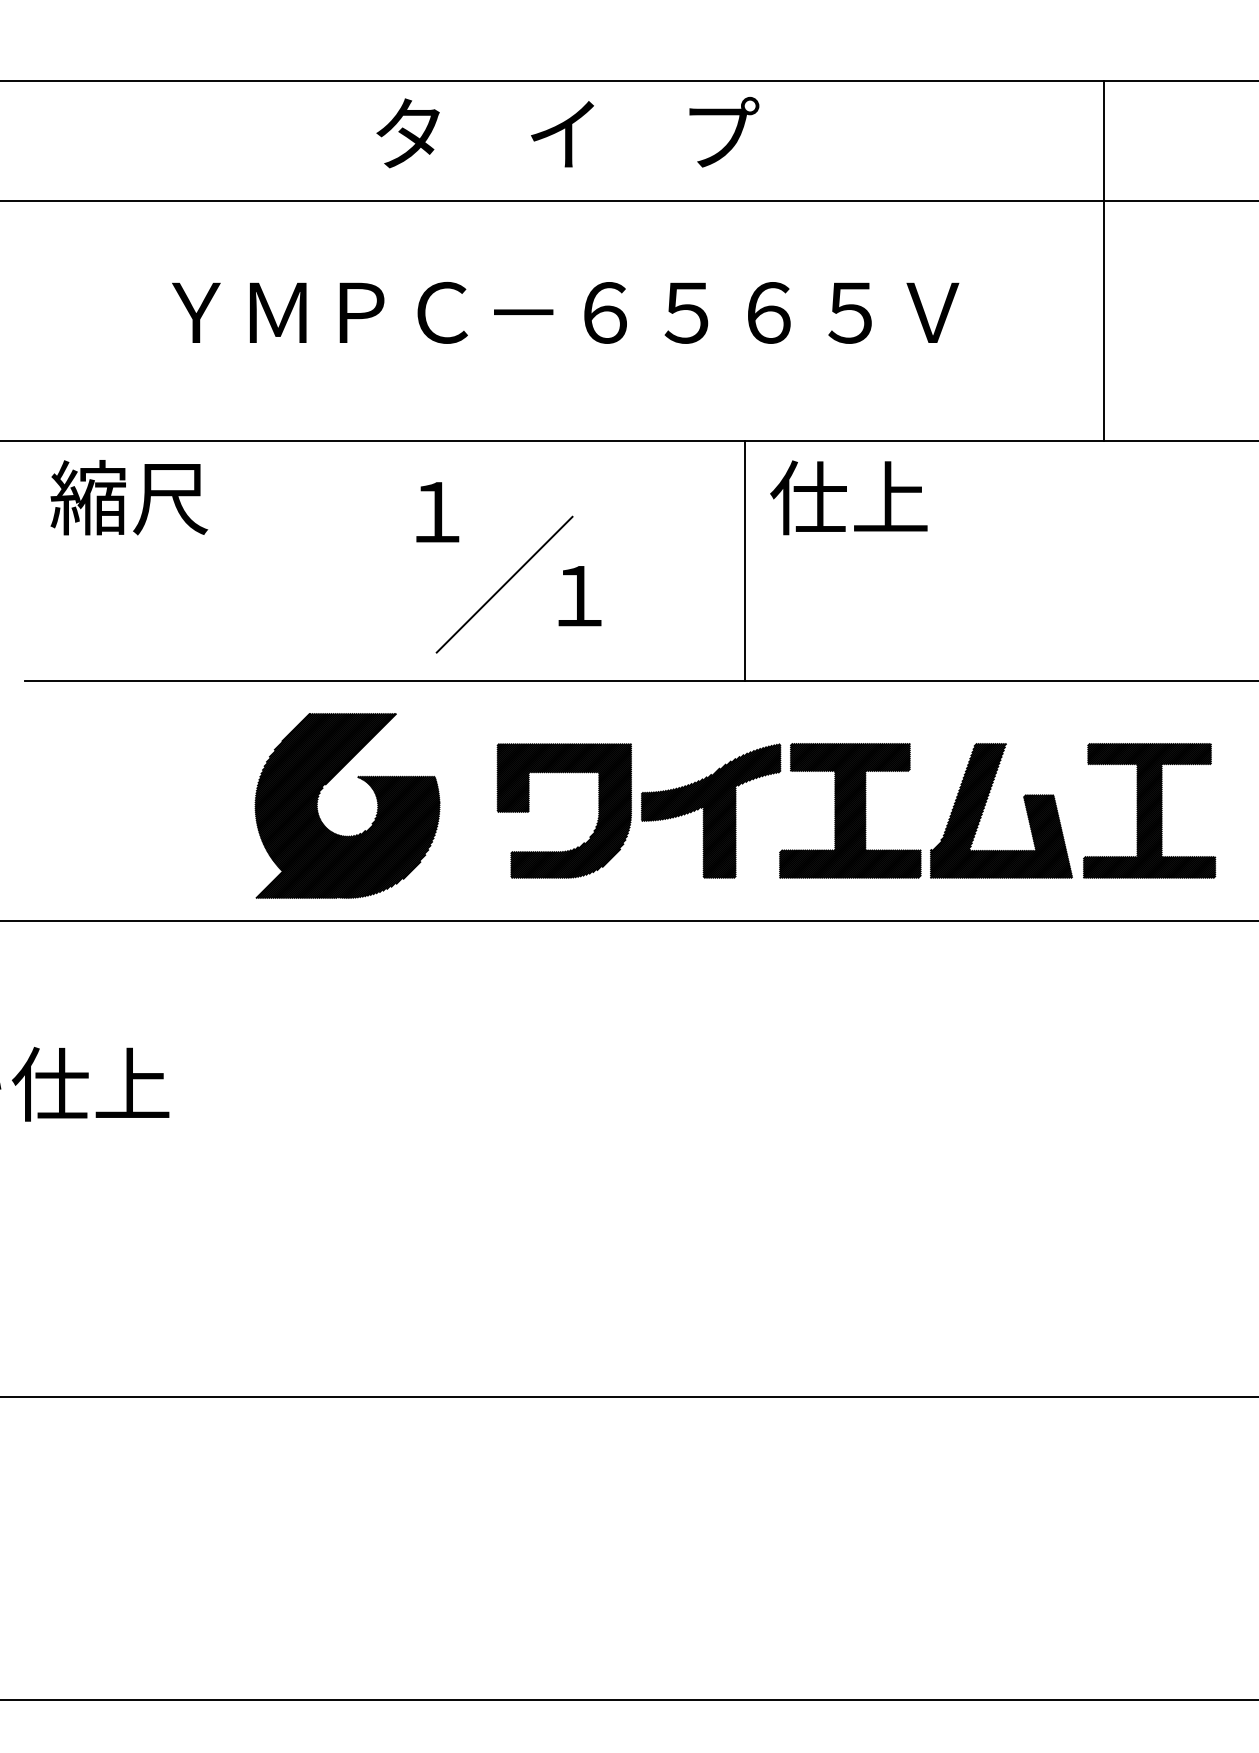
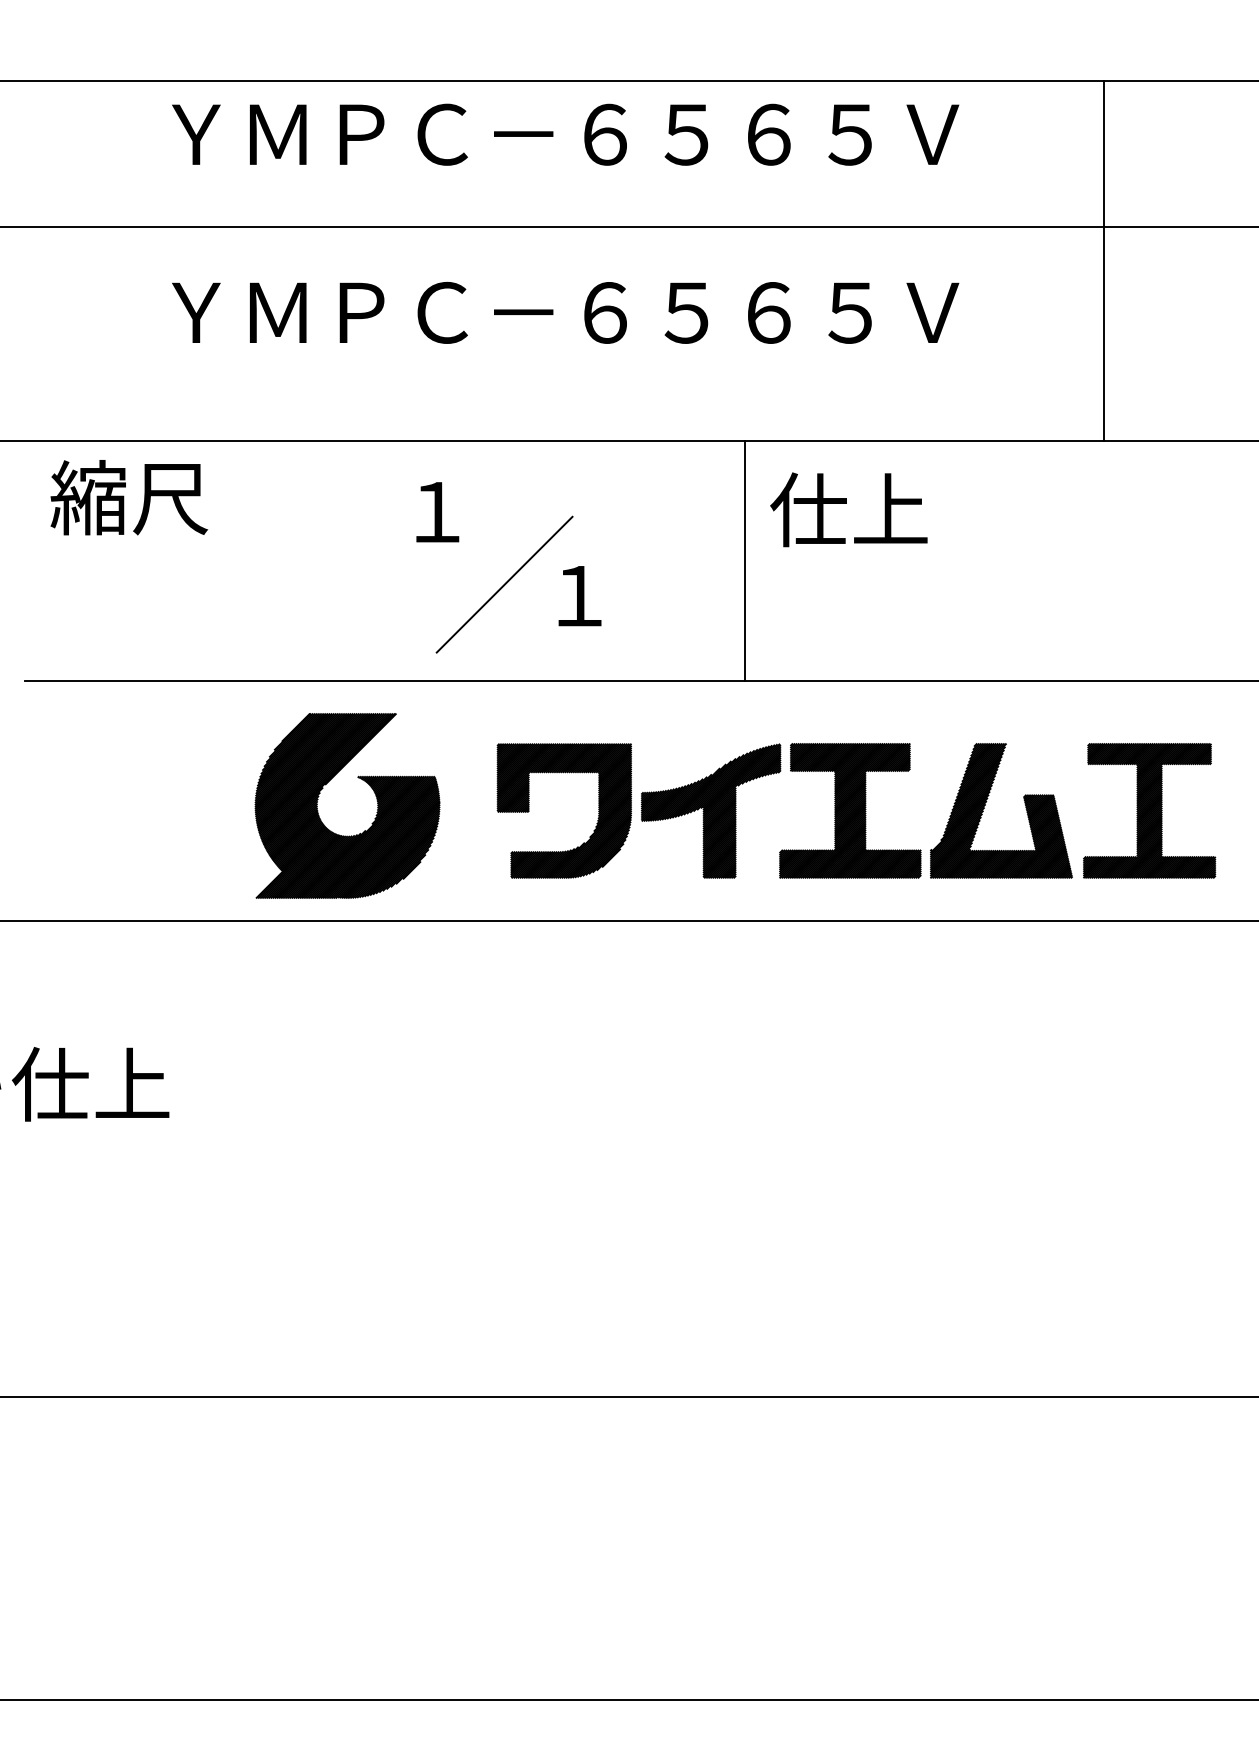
text at (565, 132): タ    イ    プ -> ＹＭＰＣ－６５６５Ｖ
line at (628, 200) position: (628, 200) -> (628, 226)
text at (848, 497) position: (848, 497) -> (848, 509)
